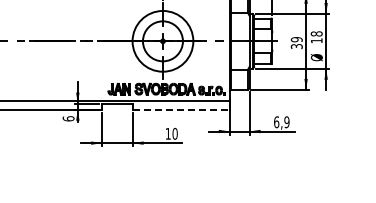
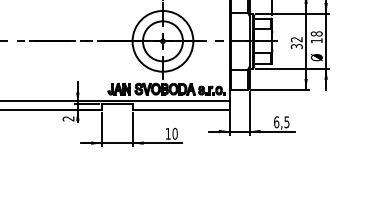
text at (296, 39): 39 -> 32
line at (181, 109): dashed -> solid
text at (68, 118): 6 -> 2
text at (286, 121): 6,9 -> 6,5
